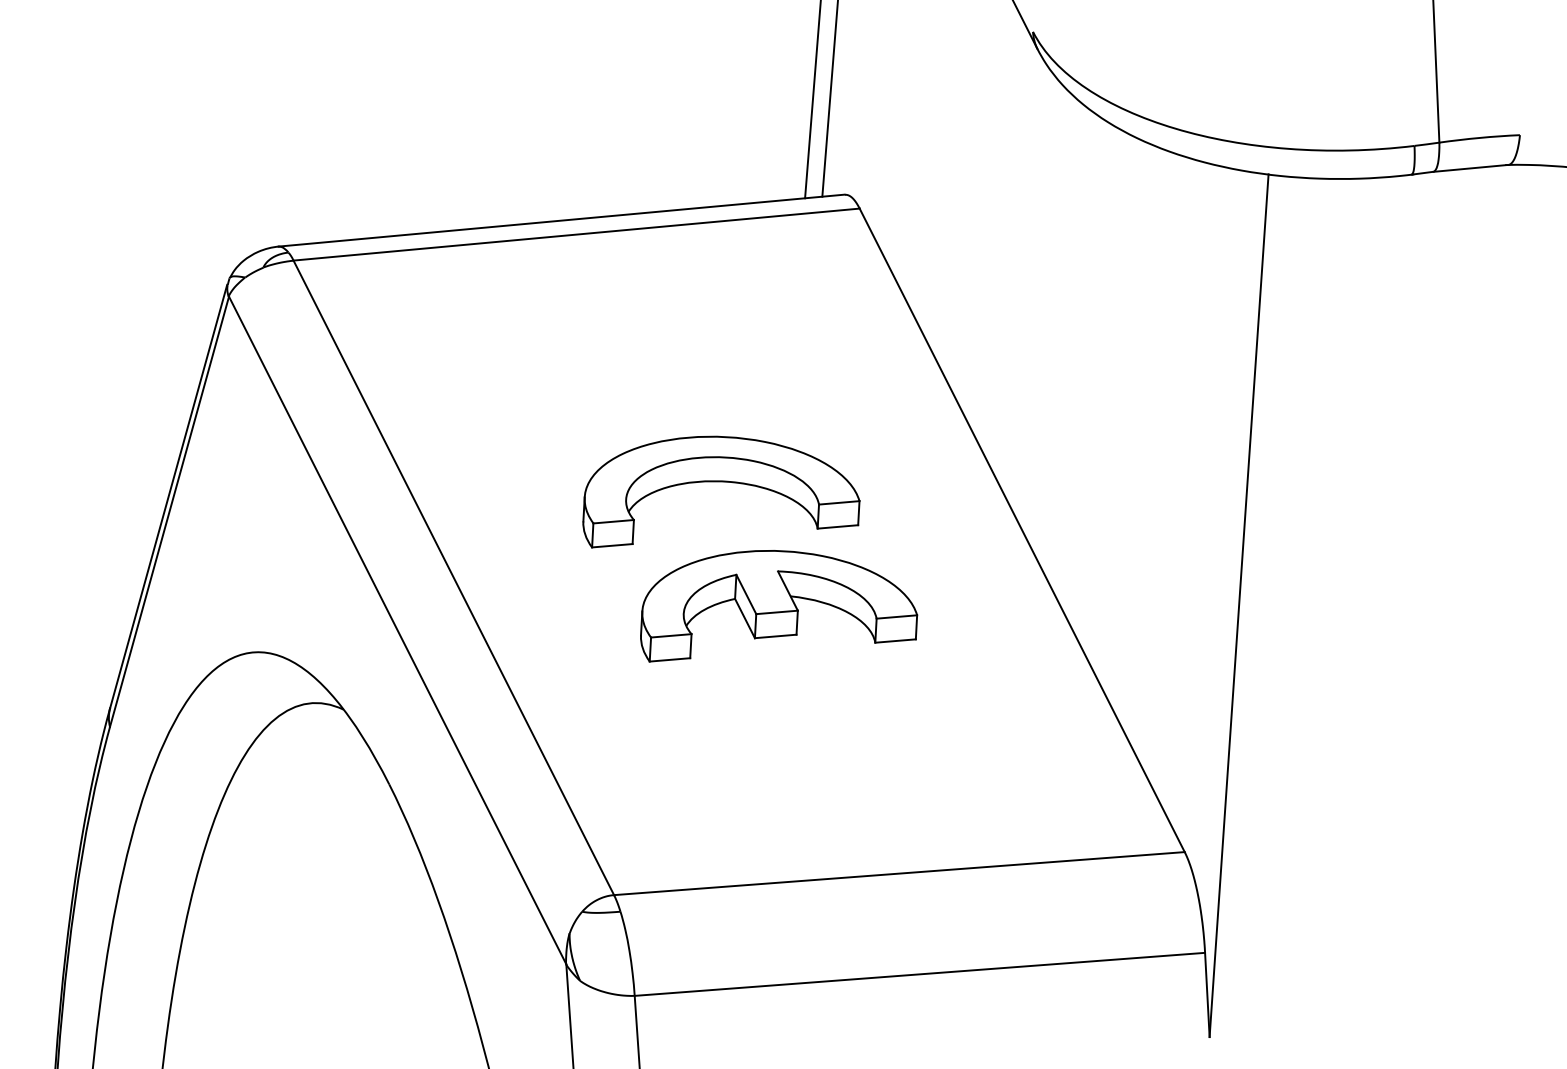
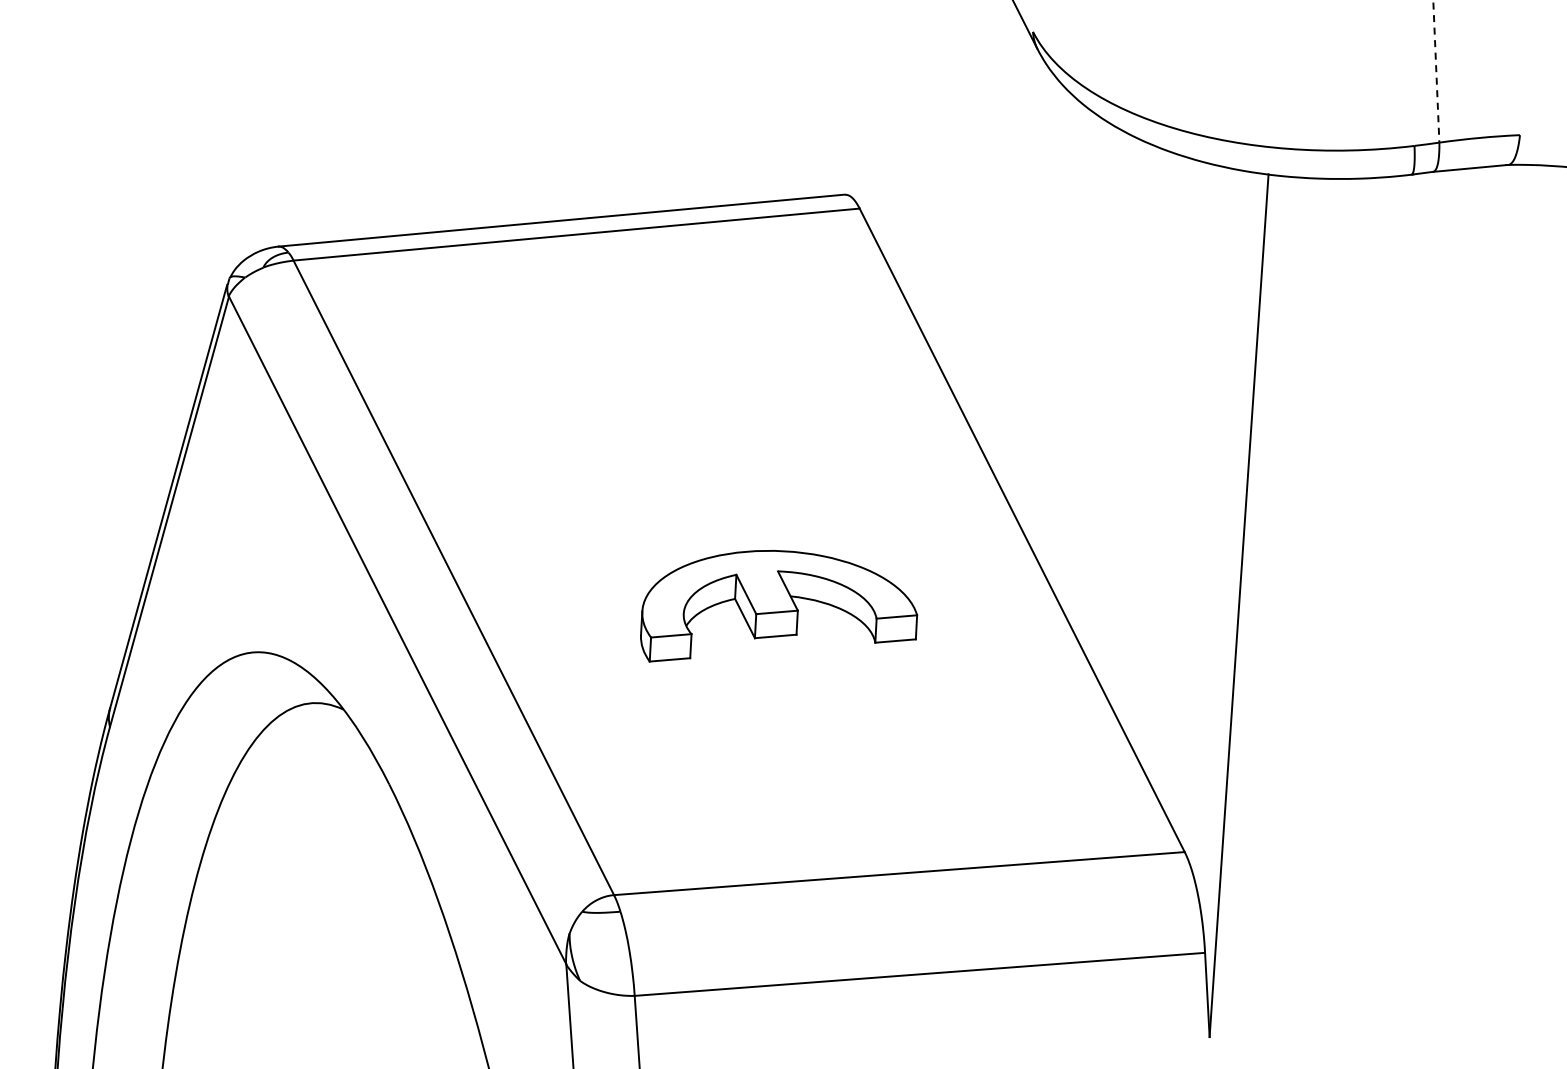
line at (1436, 71): solid -> dashed
line at (829, 99): present -> none
line at (812, 100): present -> none
part at (721, 482): present -> none
